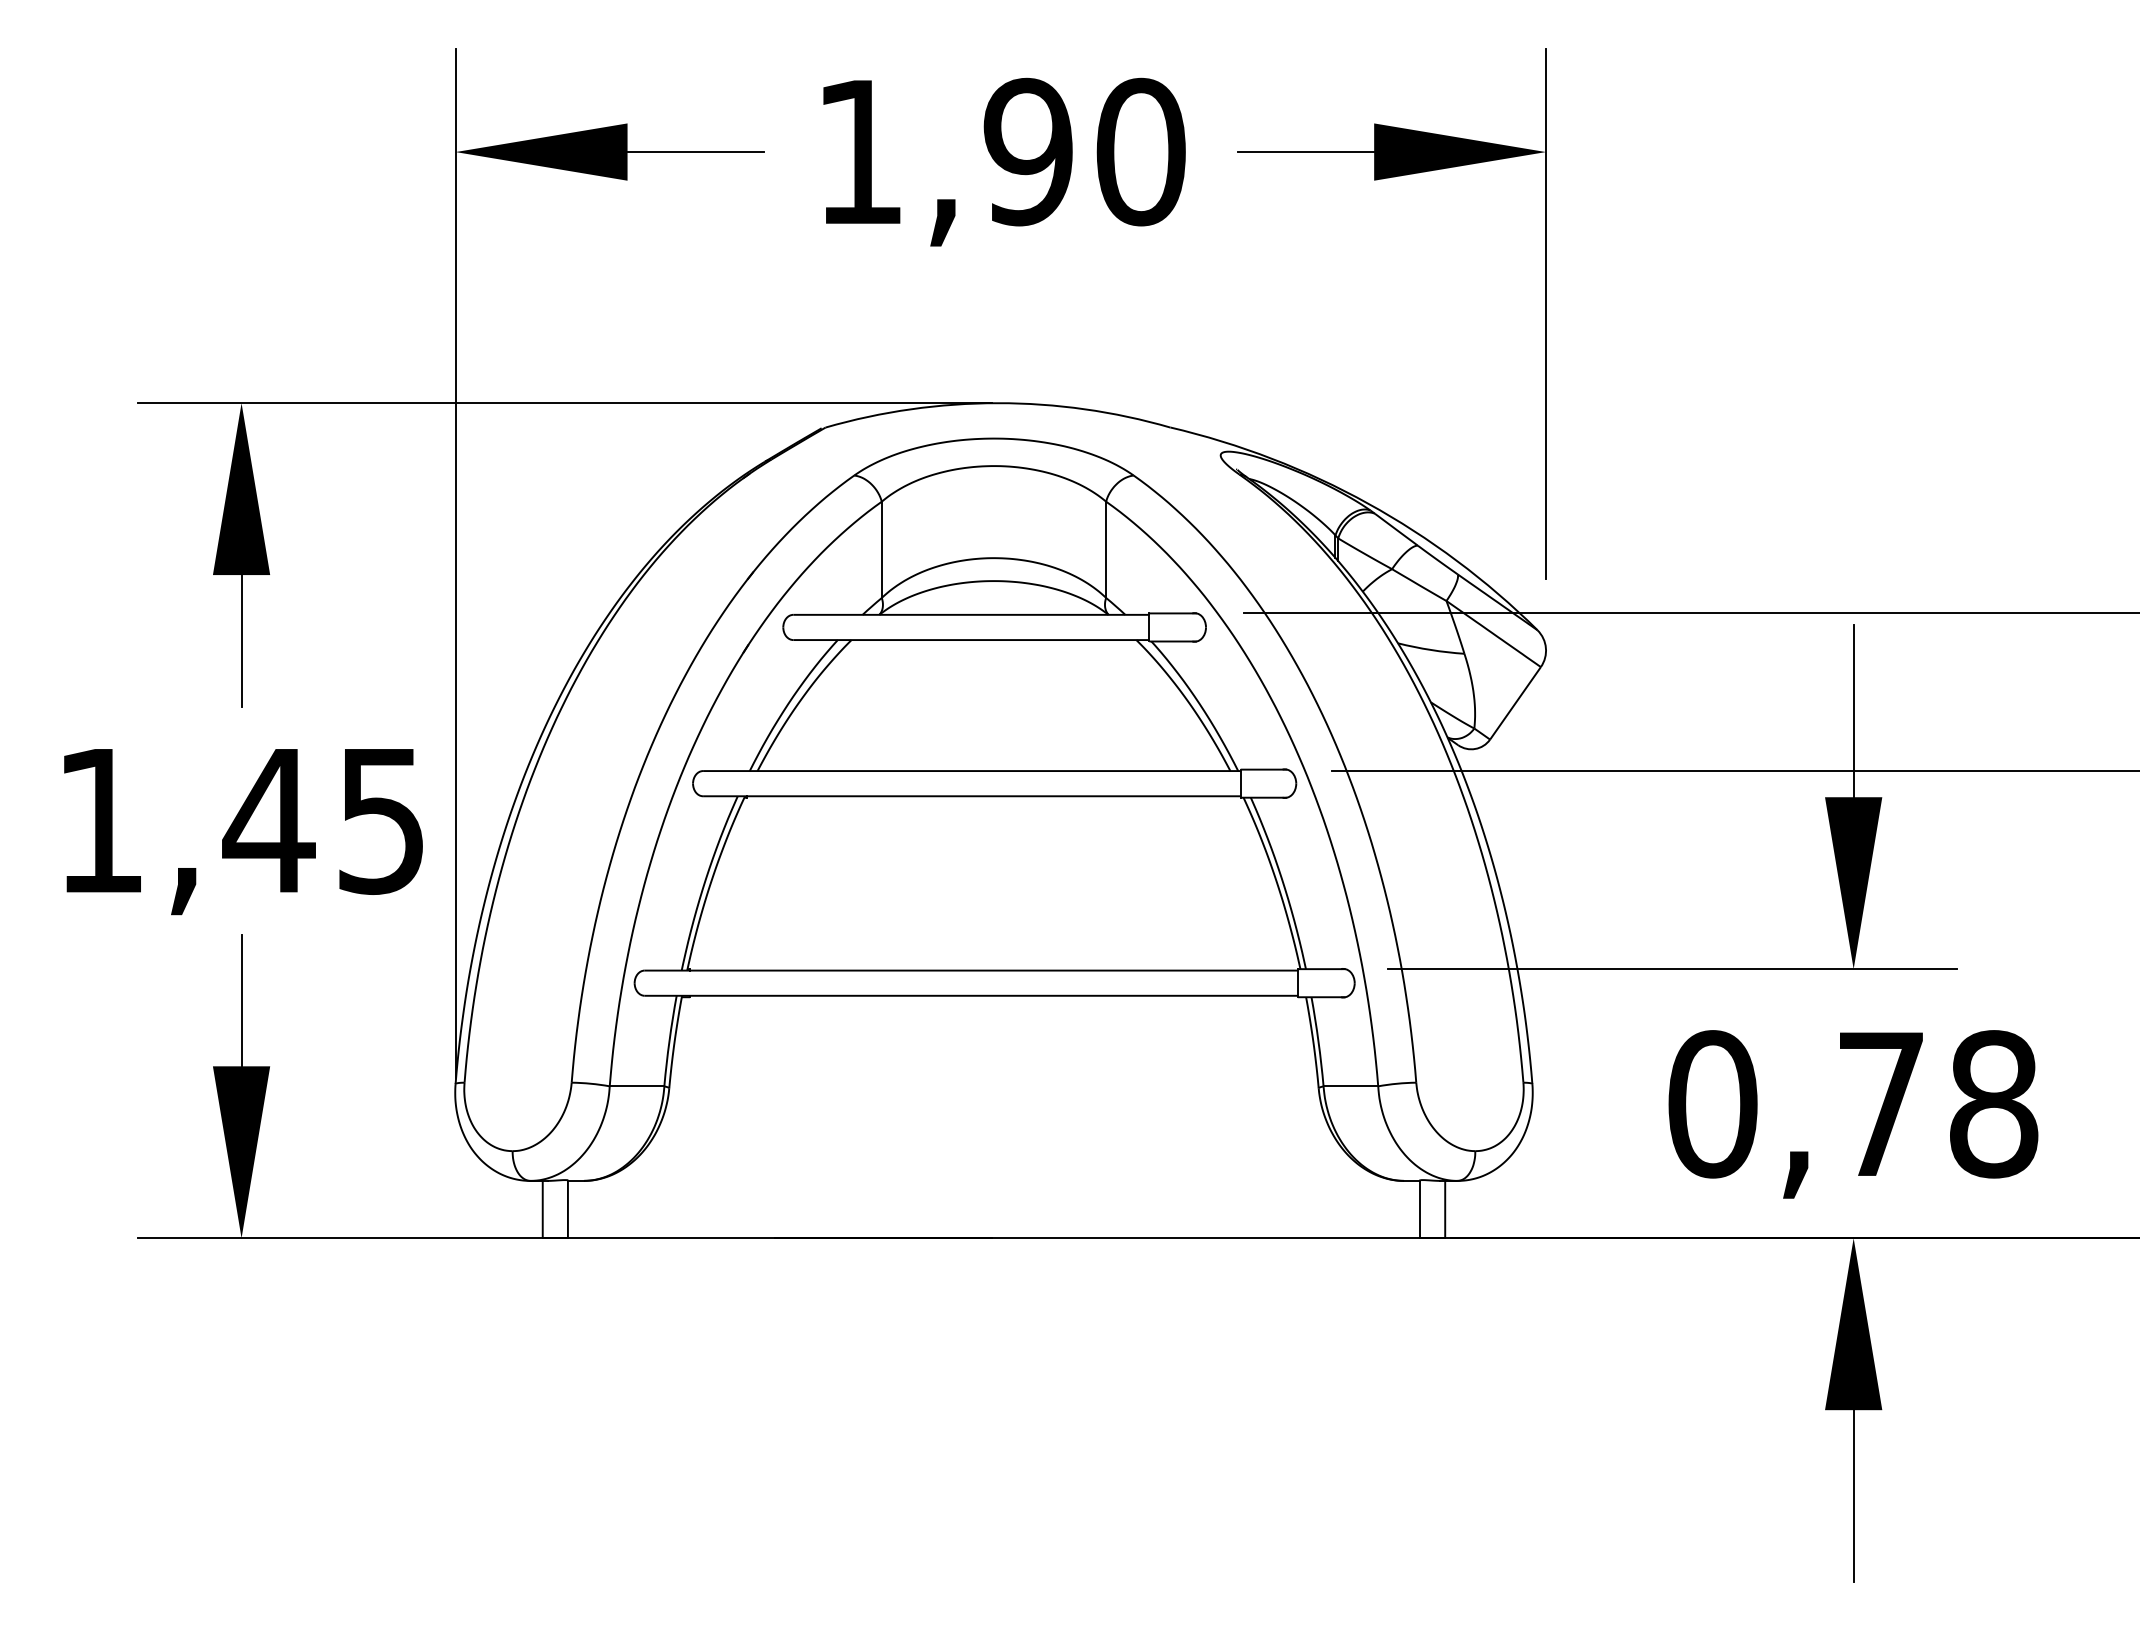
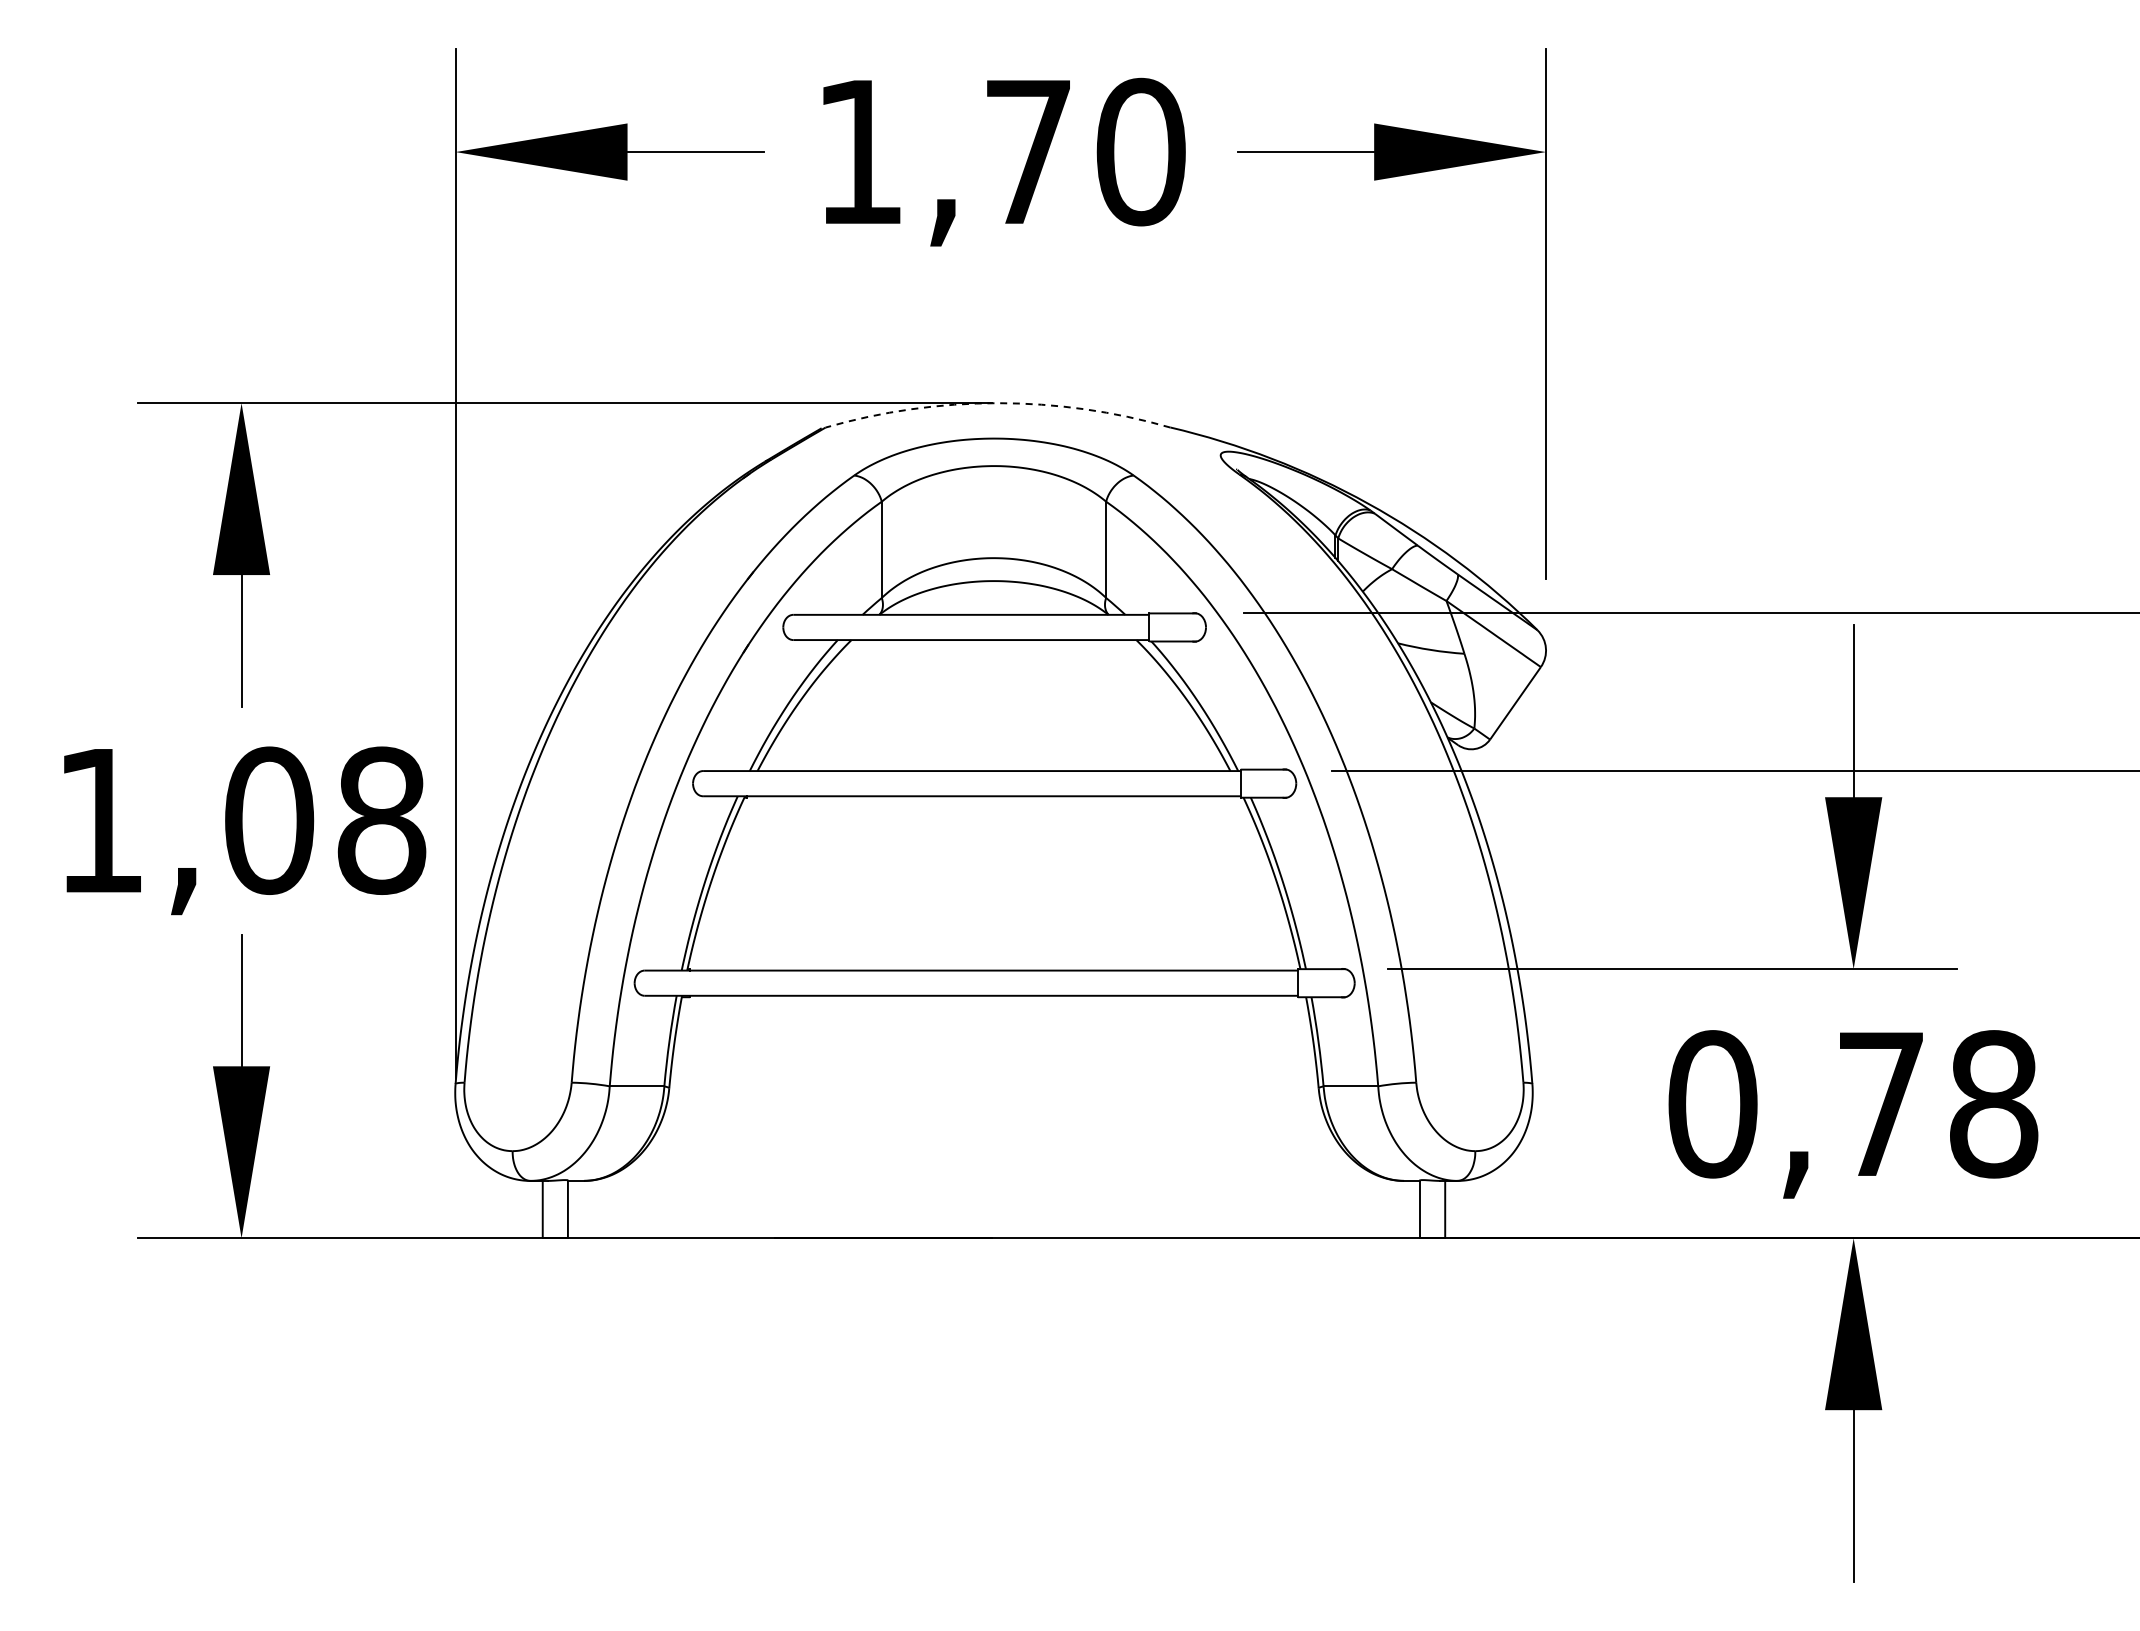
text at (1027, 151): 1,90 -> 1,70
arc at (998, 403): solid -> dashed
text at (324, 820): 1,45 -> 1,08
